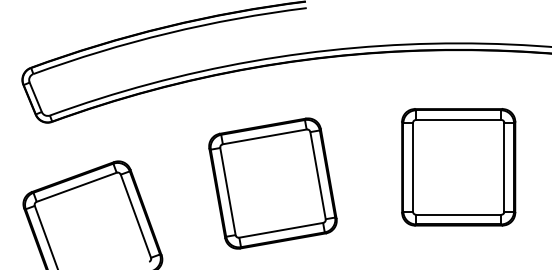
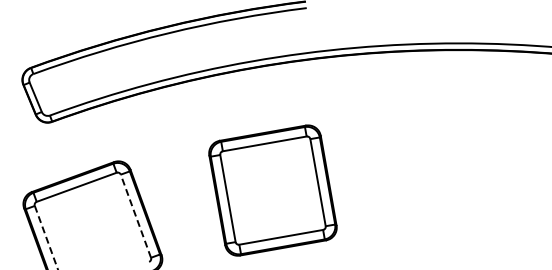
part at (458, 167): present -> none
part at (272, 183) position: (272, 183) -> (272, 190)
line at (135, 215): solid -> dashed
line at (46, 237): solid -> dashed
